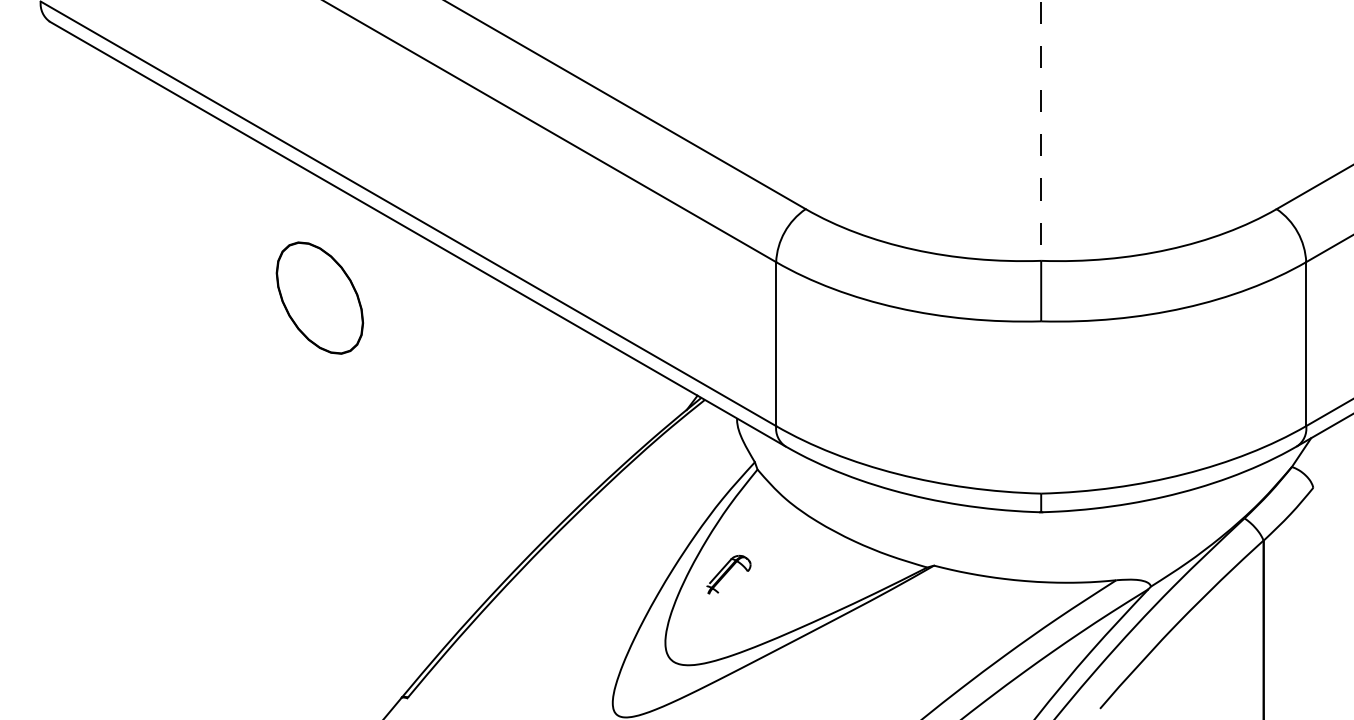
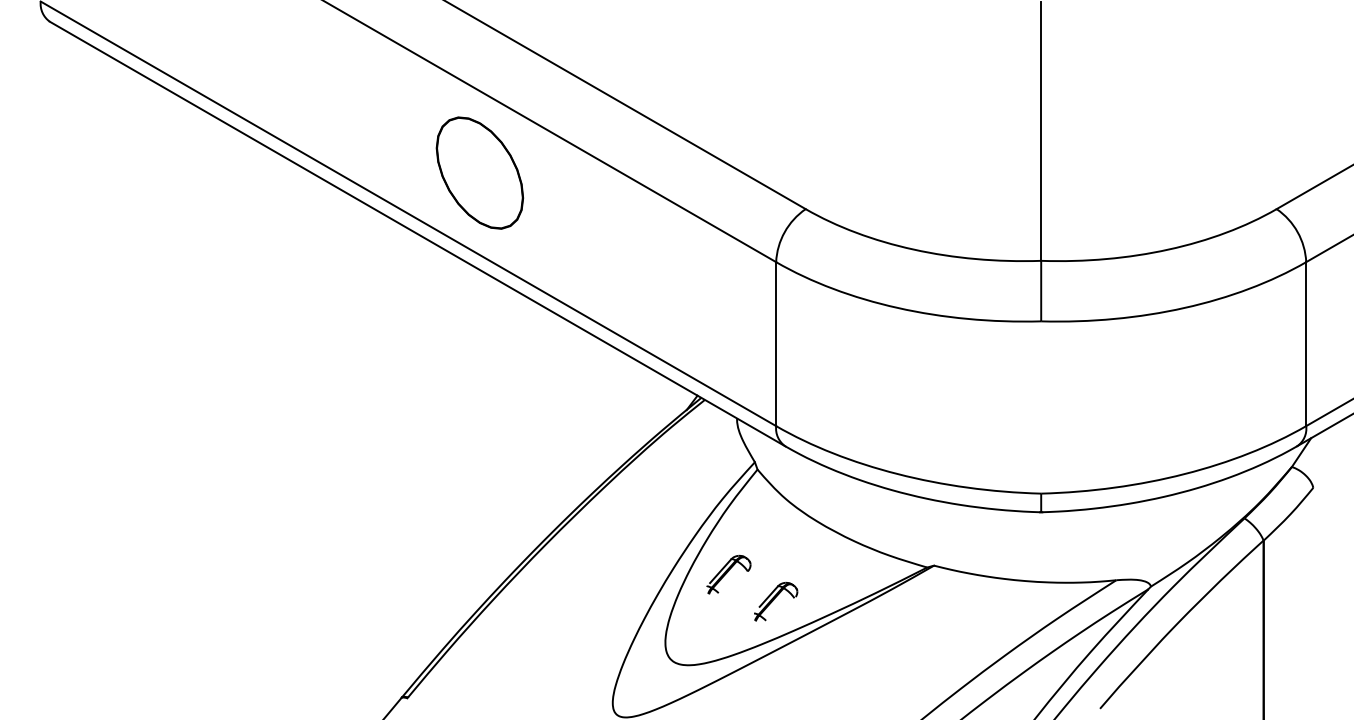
line at (1041, 131): dashed -> solid
part at (319, 297) position: (319, 297) -> (479, 172)
part at (776, 601): none -> present
